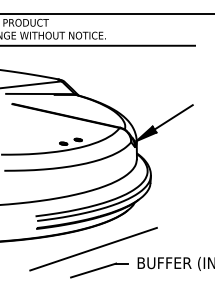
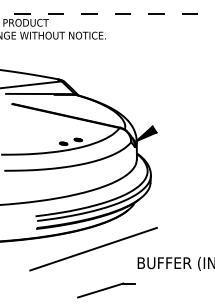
line at (107, 13): solid -> dashed
line at (98, 45): present -> none
line at (173, 117): present -> none
part at (99, 270) position: (99, 270) -> (106, 290)
